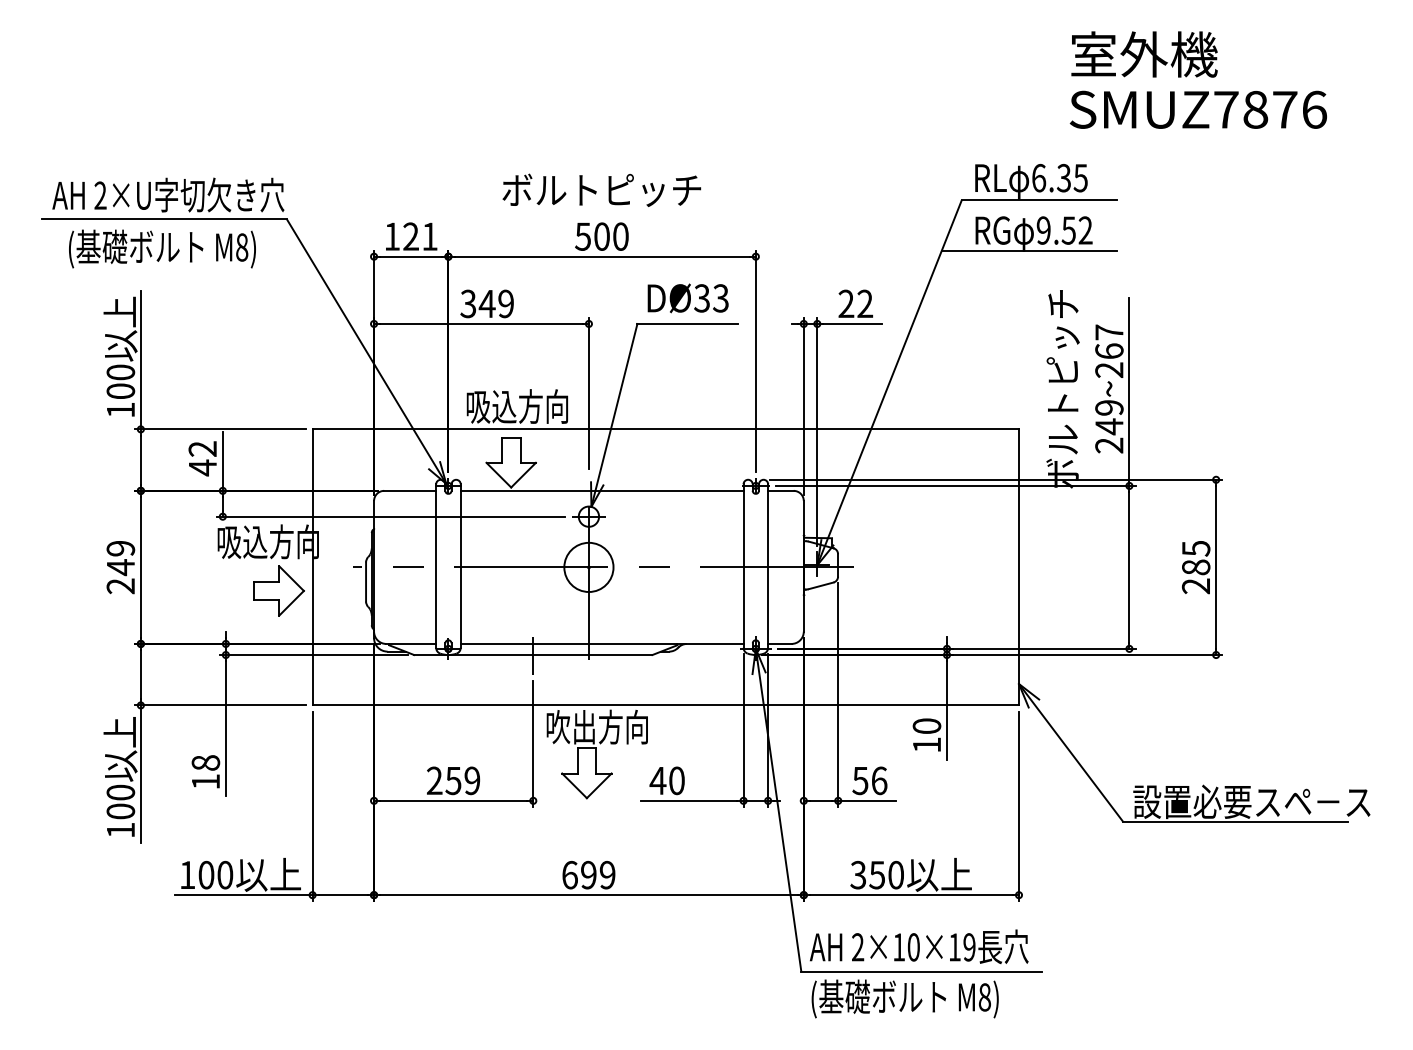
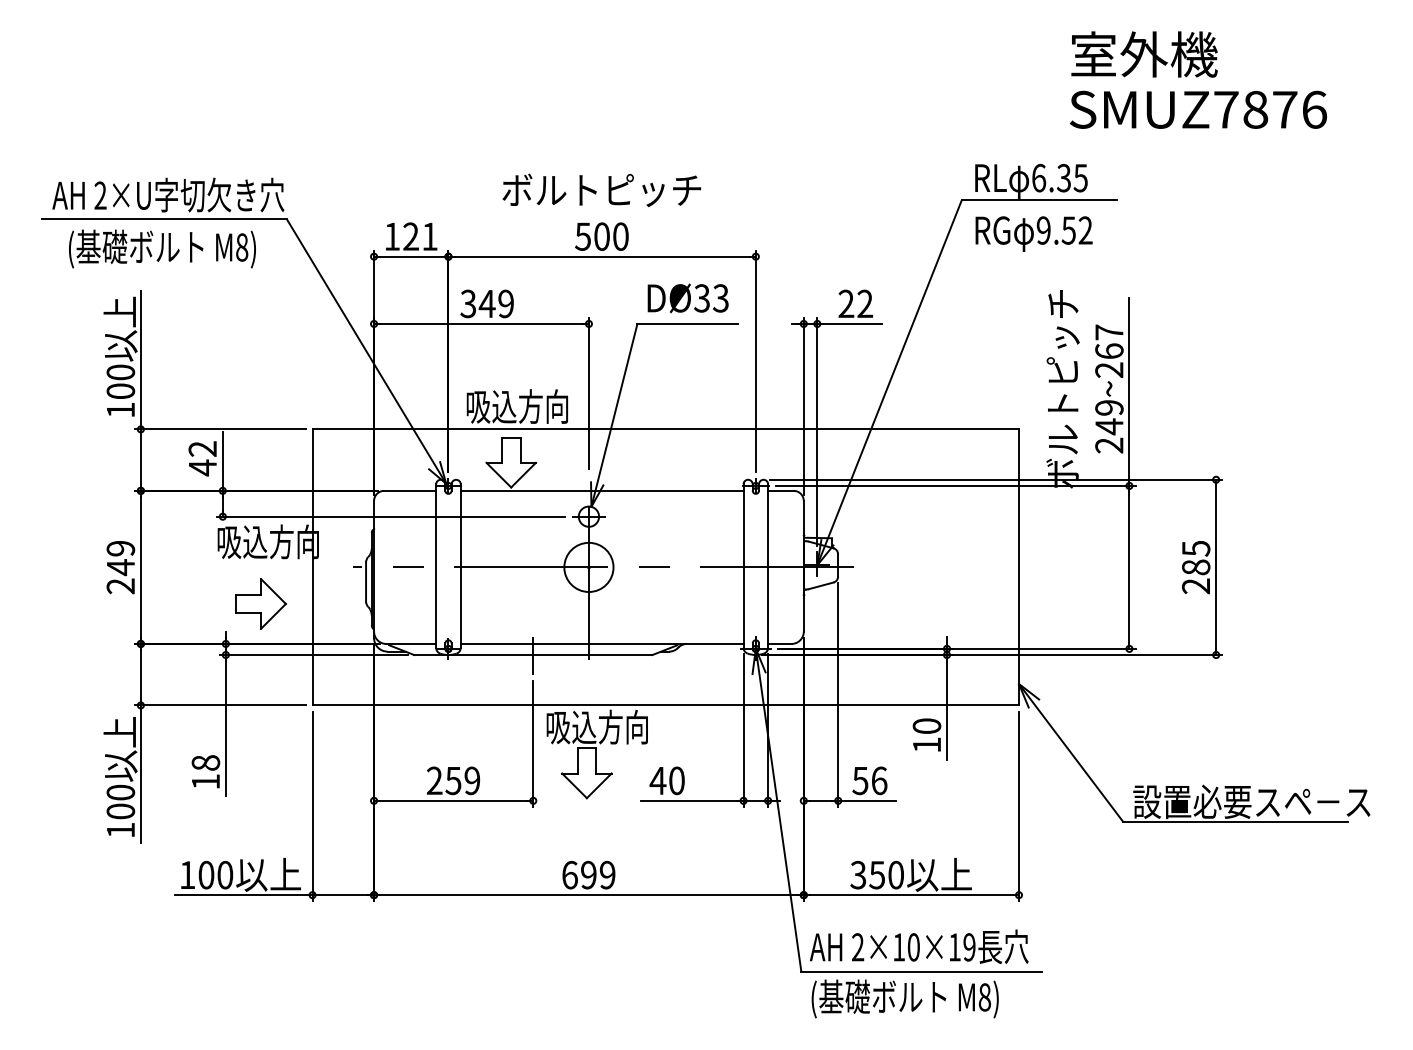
line at (1029, 251): present -> none
part at (278, 590) position: (278, 590) -> (260, 603)
text at (571, 727): 吹出方向 -> 吸込方向
